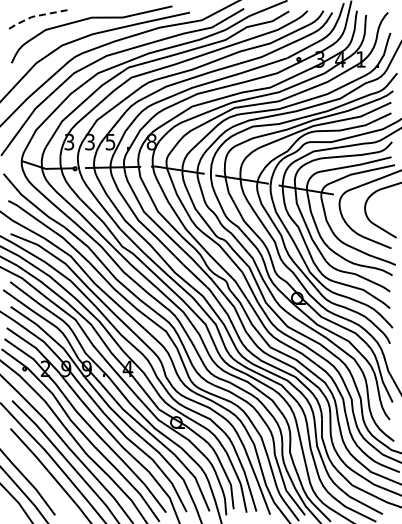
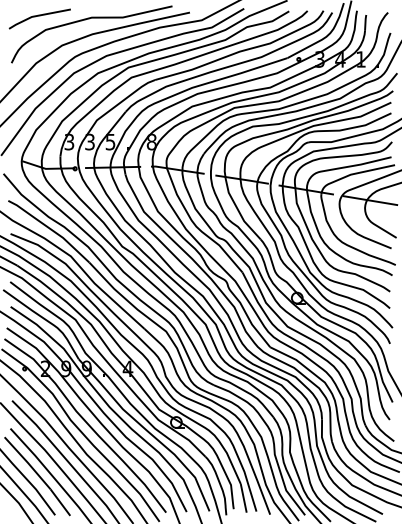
line at (37, 15): dashed -> solid
line at (370, 200): none -> present
part at (37, 476): none -> present
